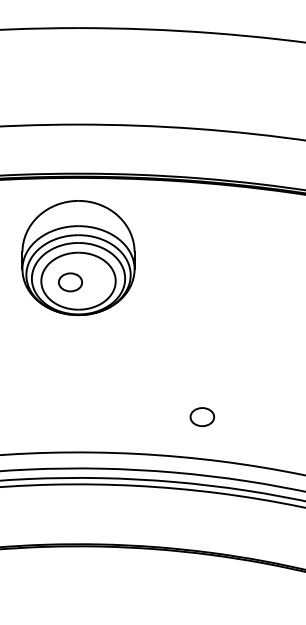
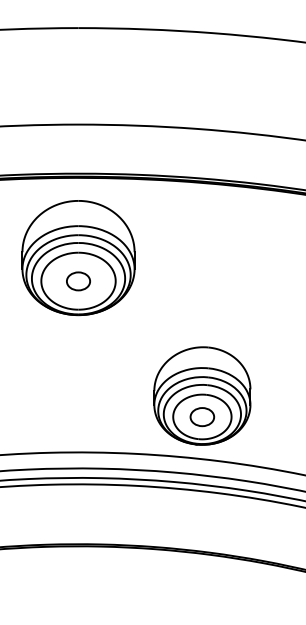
part at (70, 282) position: (70, 282) -> (78, 281)
part at (202, 395): none -> present
